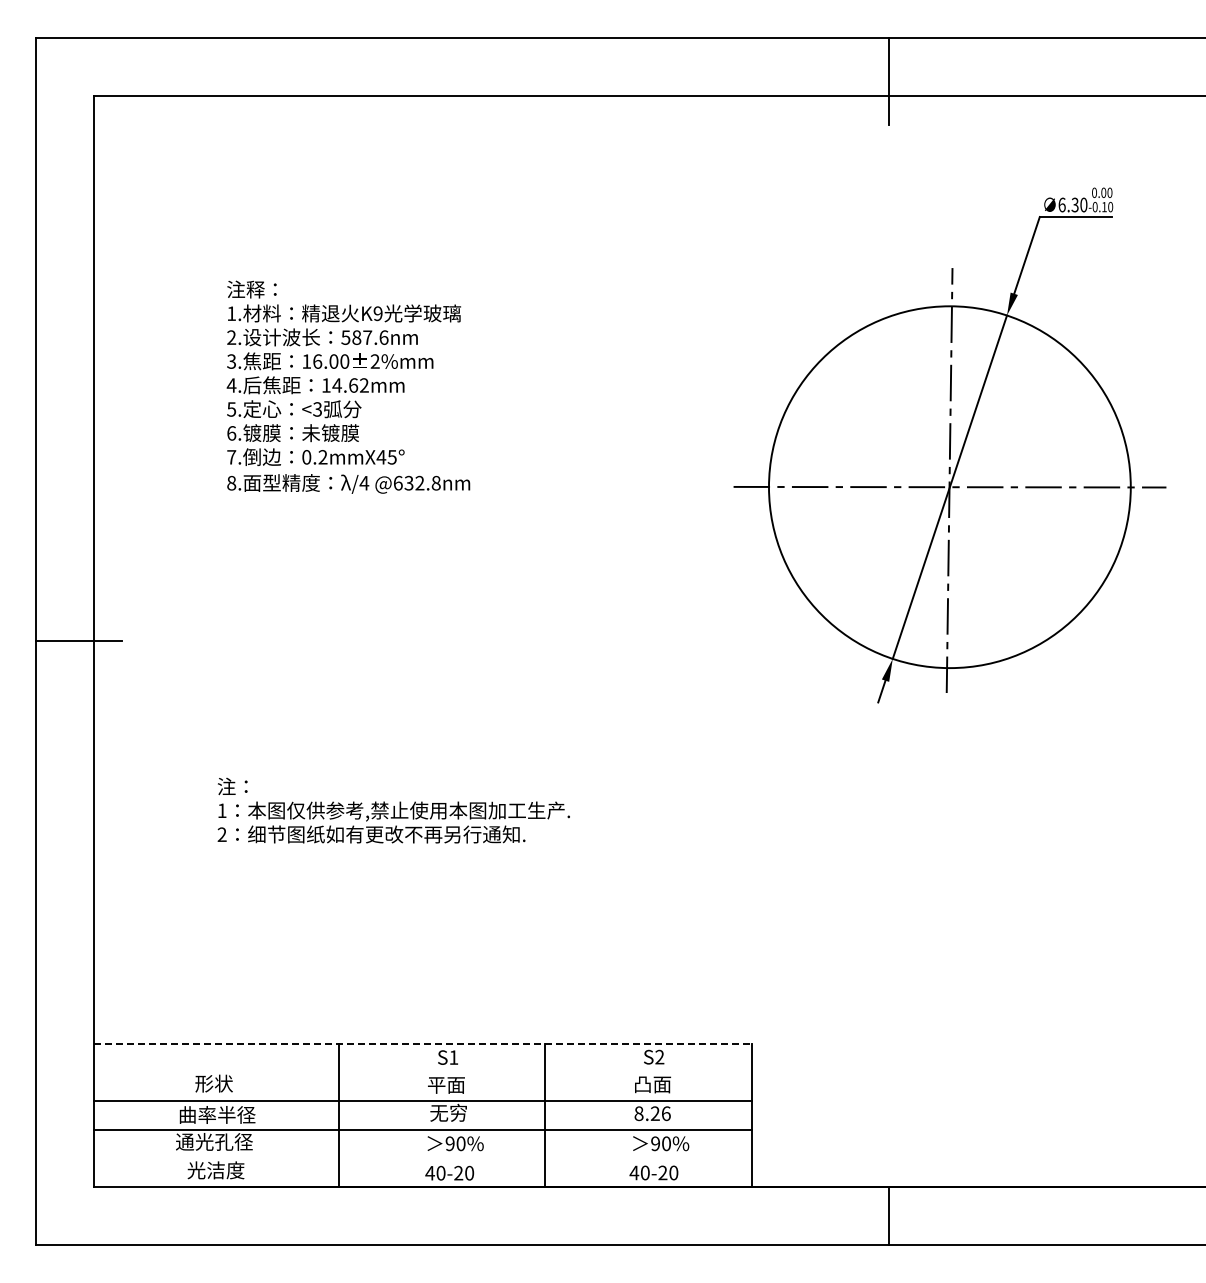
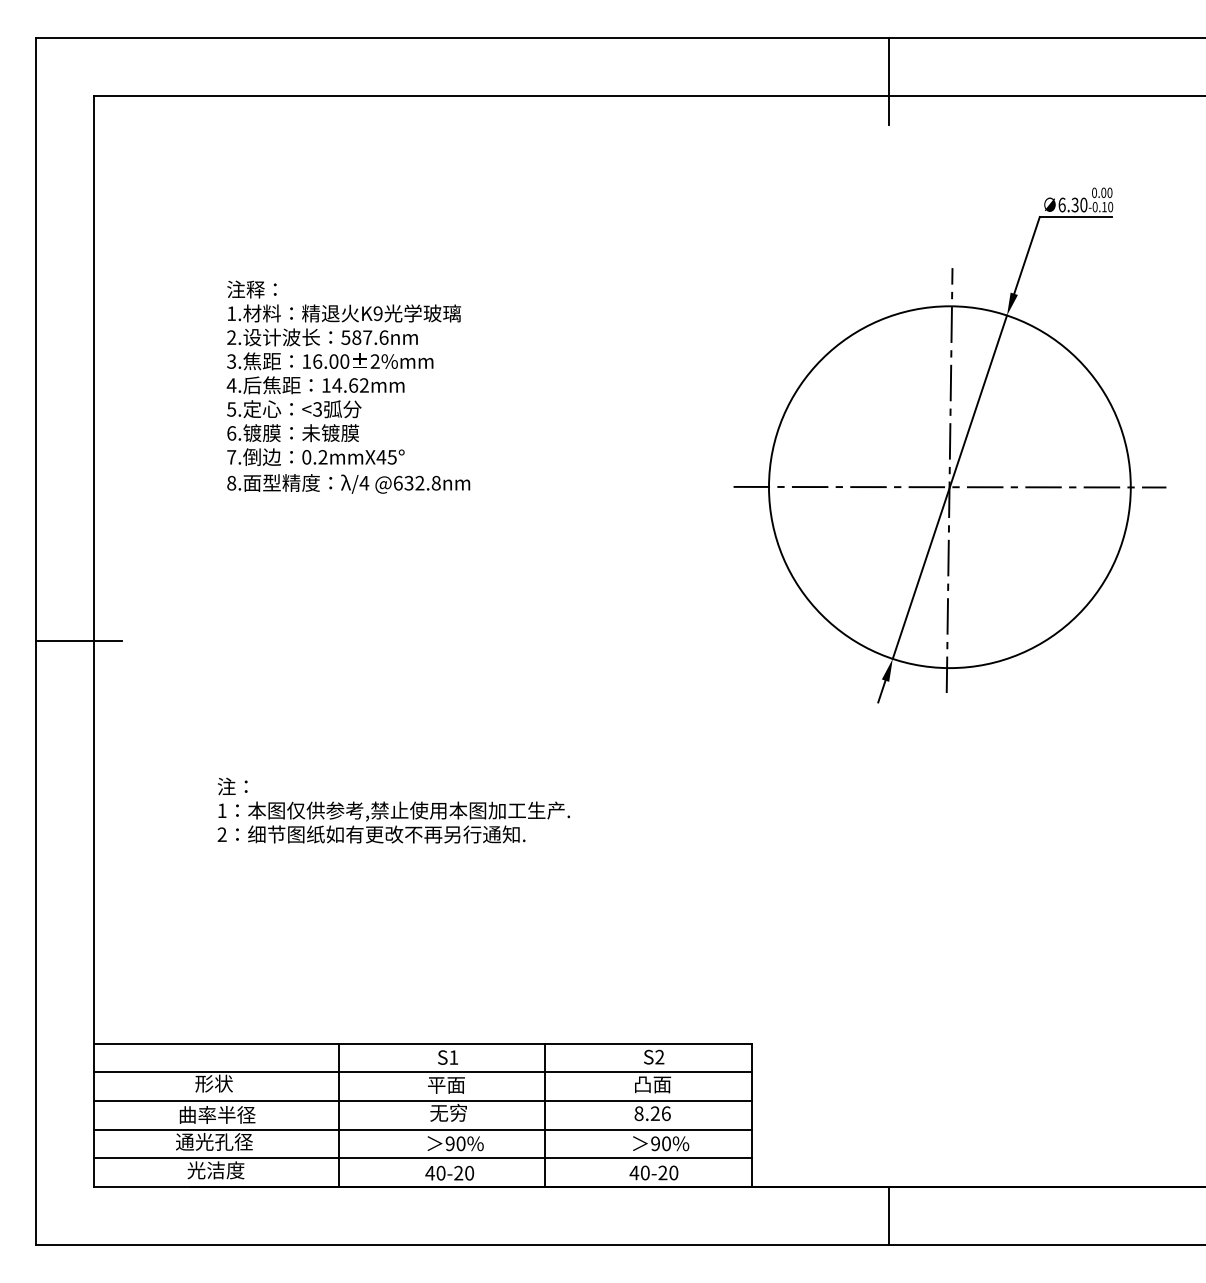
line at (423, 1043): dashed -> solid
line at (422, 1072): none -> present
line at (422, 1158): none -> present
